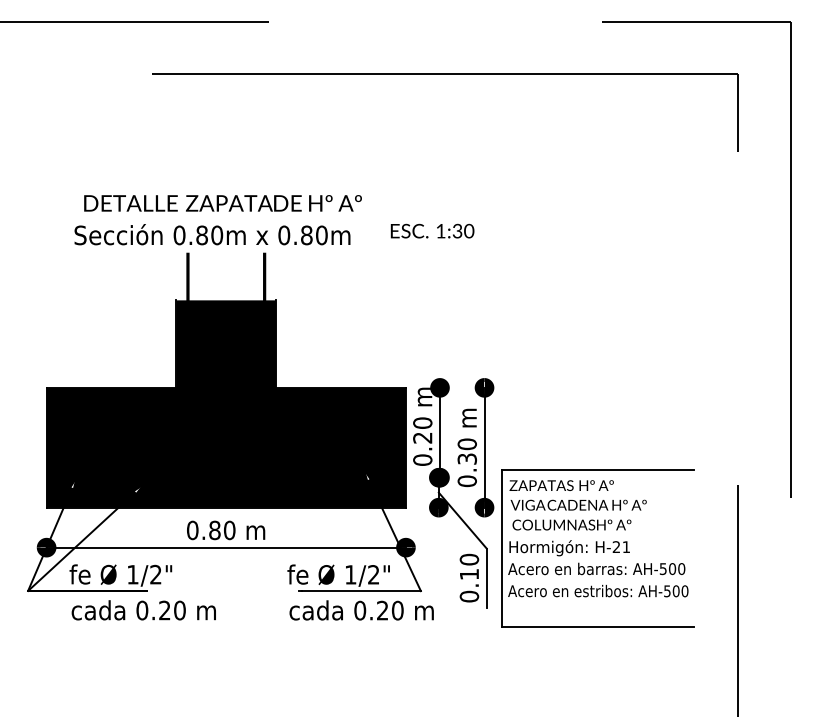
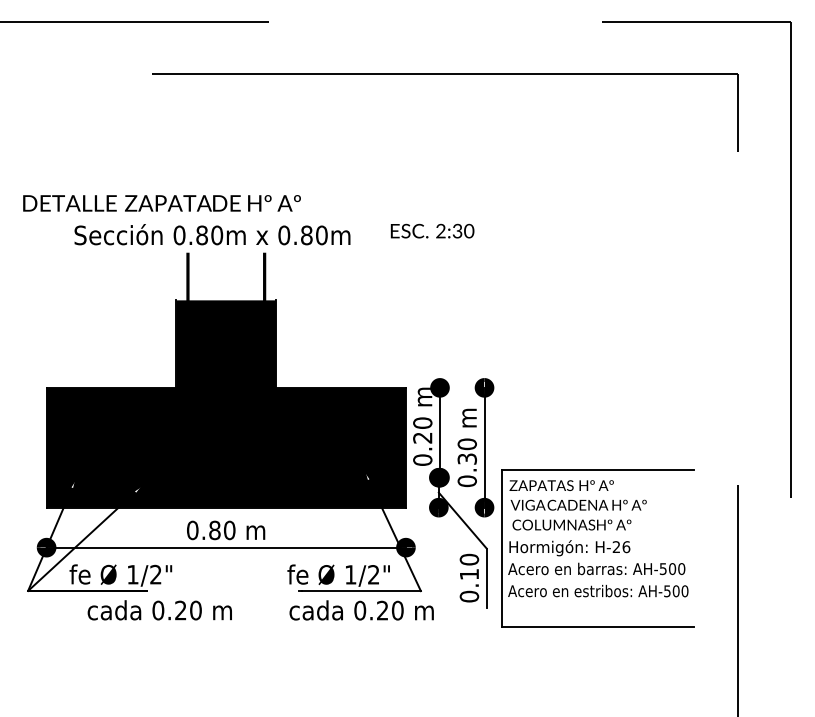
text at (222, 203) position: (222, 203) -> (161, 203)
text at (440, 230): 1:30 -> 2:30
text at (626, 547): H-21 -> H-26
text at (143, 610) position: (143, 610) -> (159, 610)
